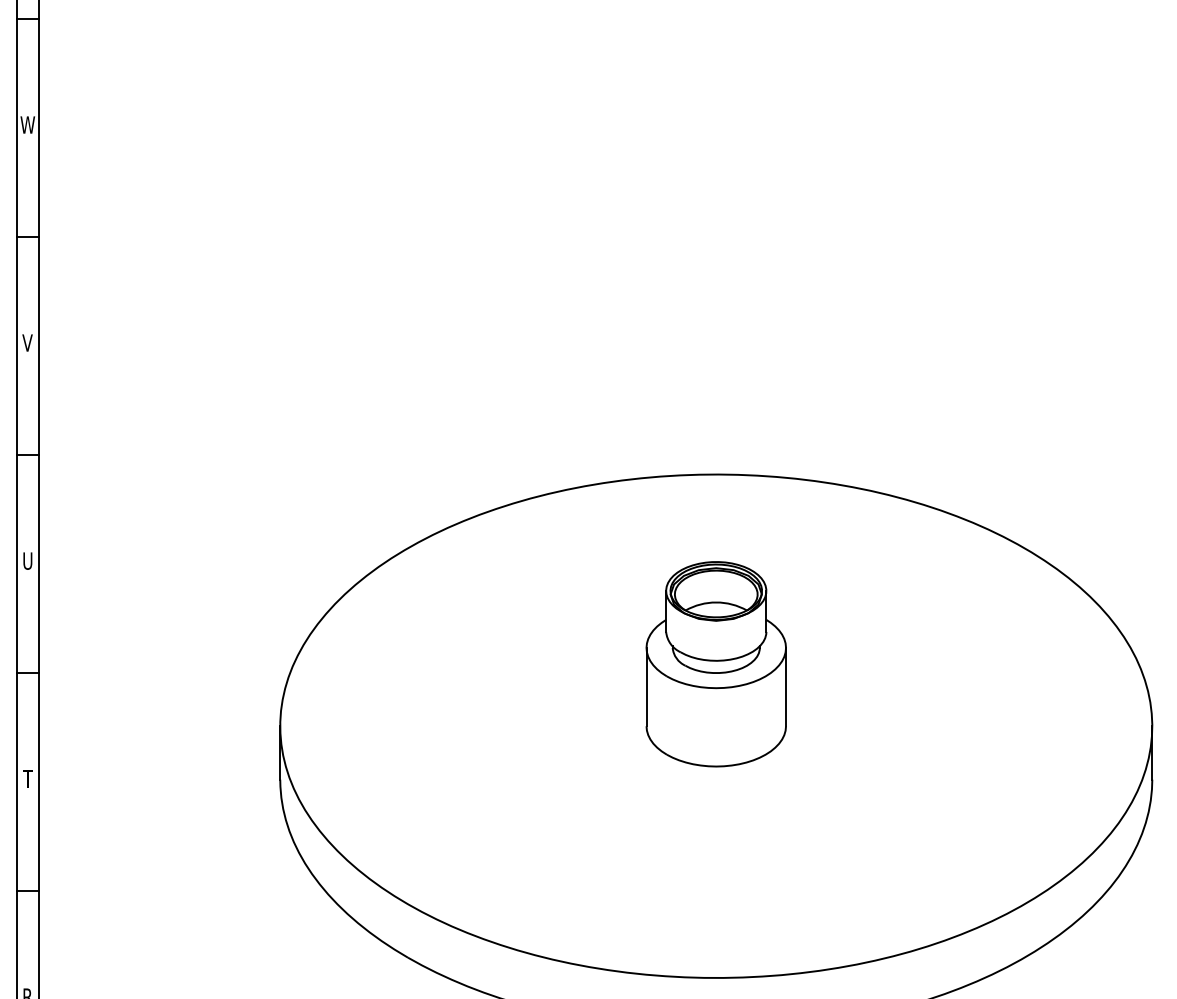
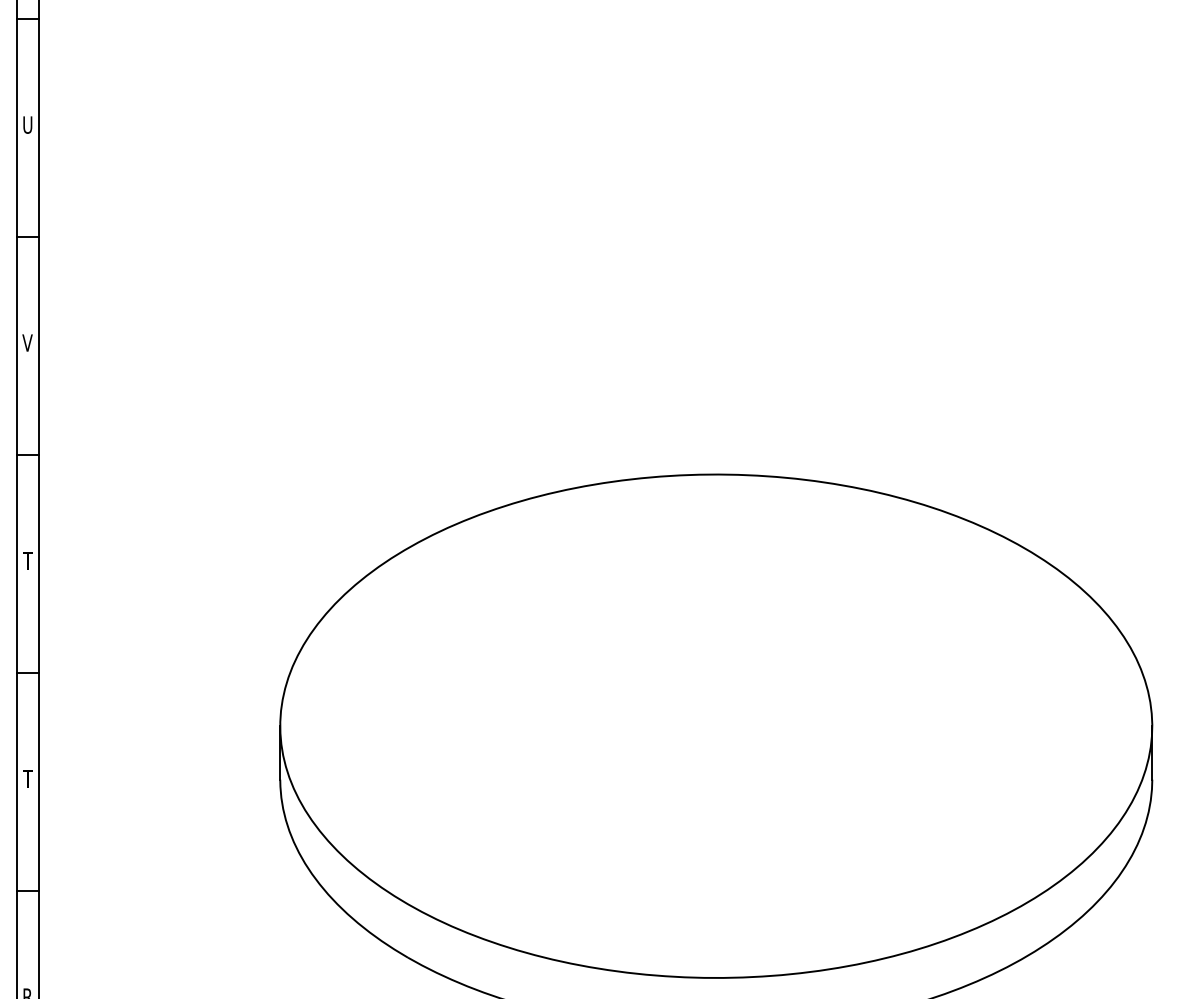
text at (27, 124): W -> U
text at (27, 560): U -> T
part at (715, 664): present -> none
